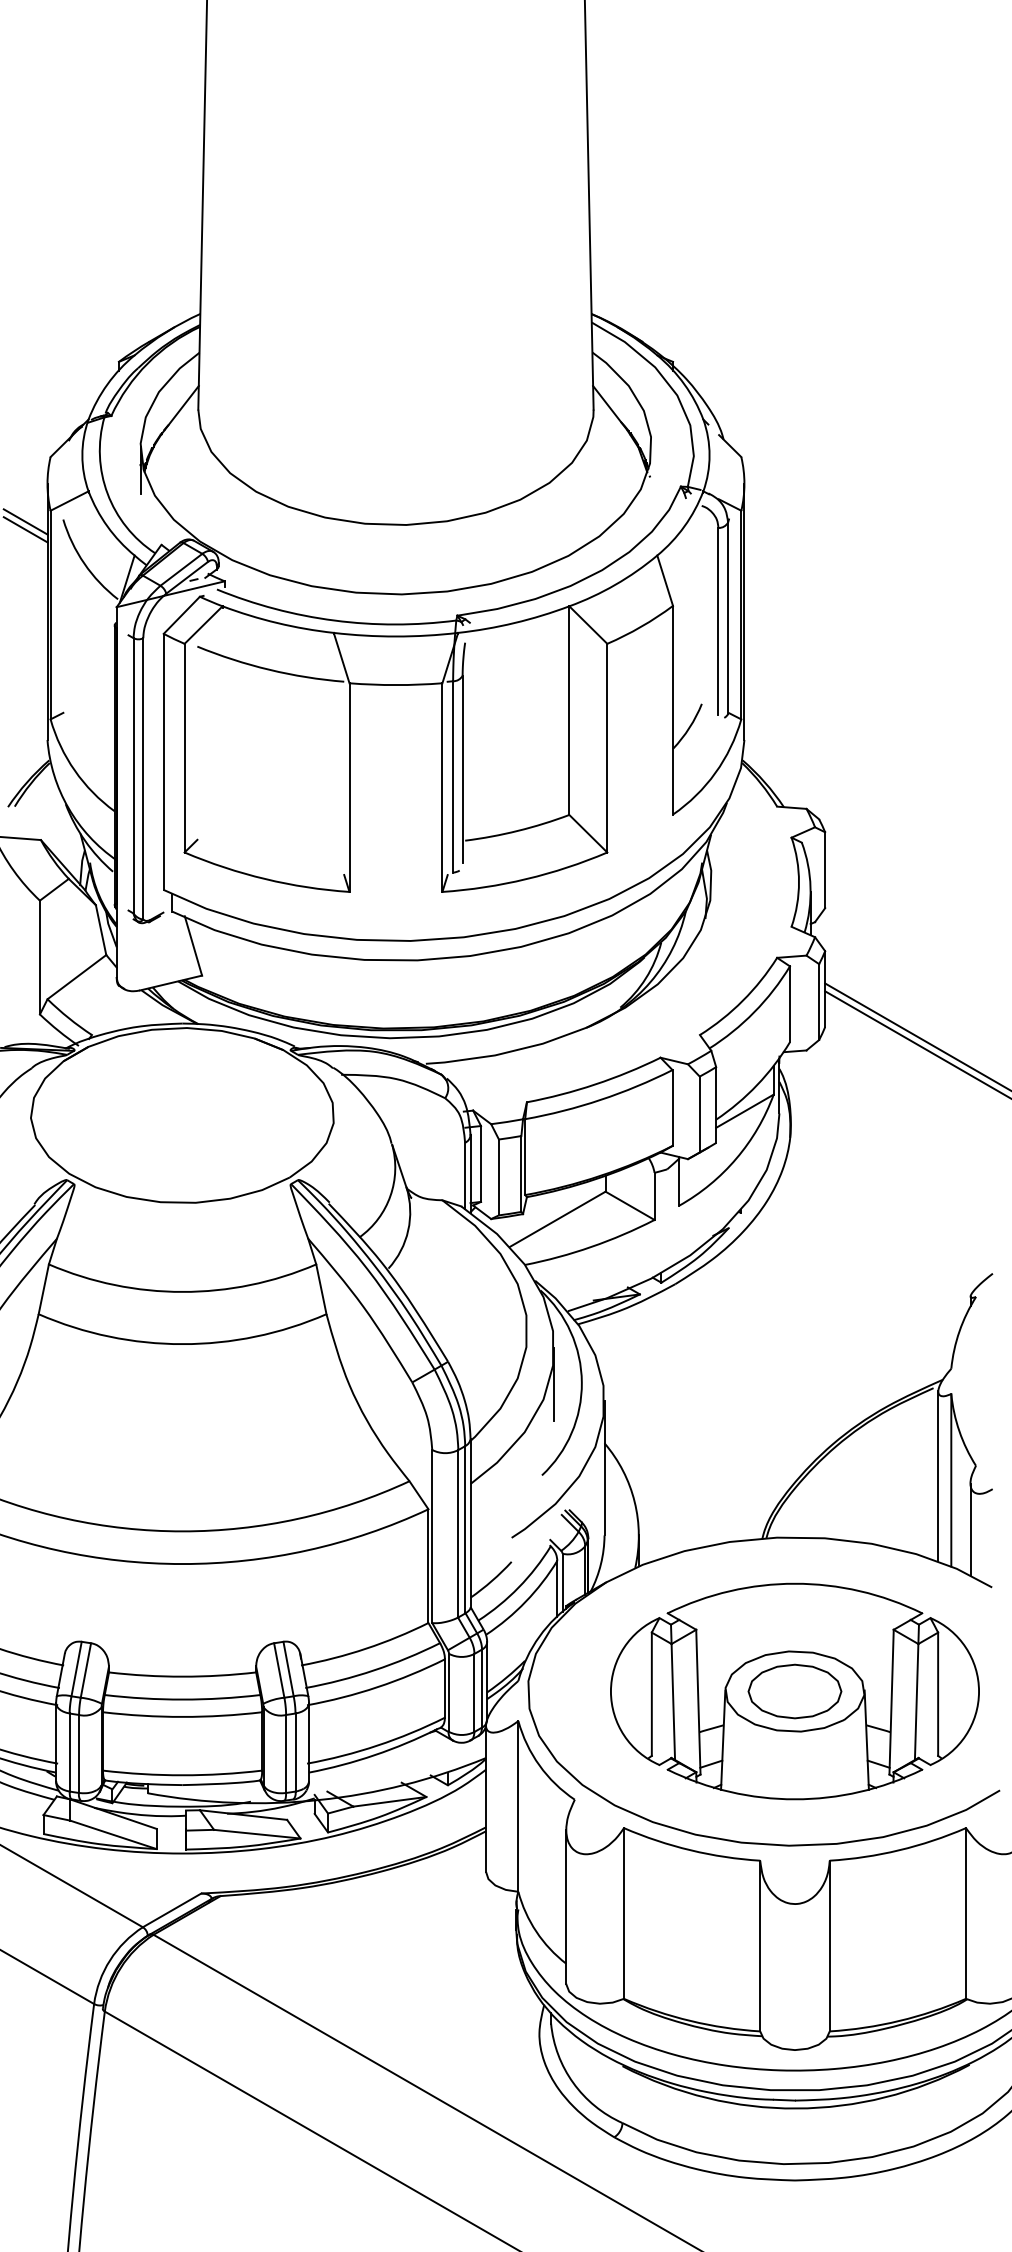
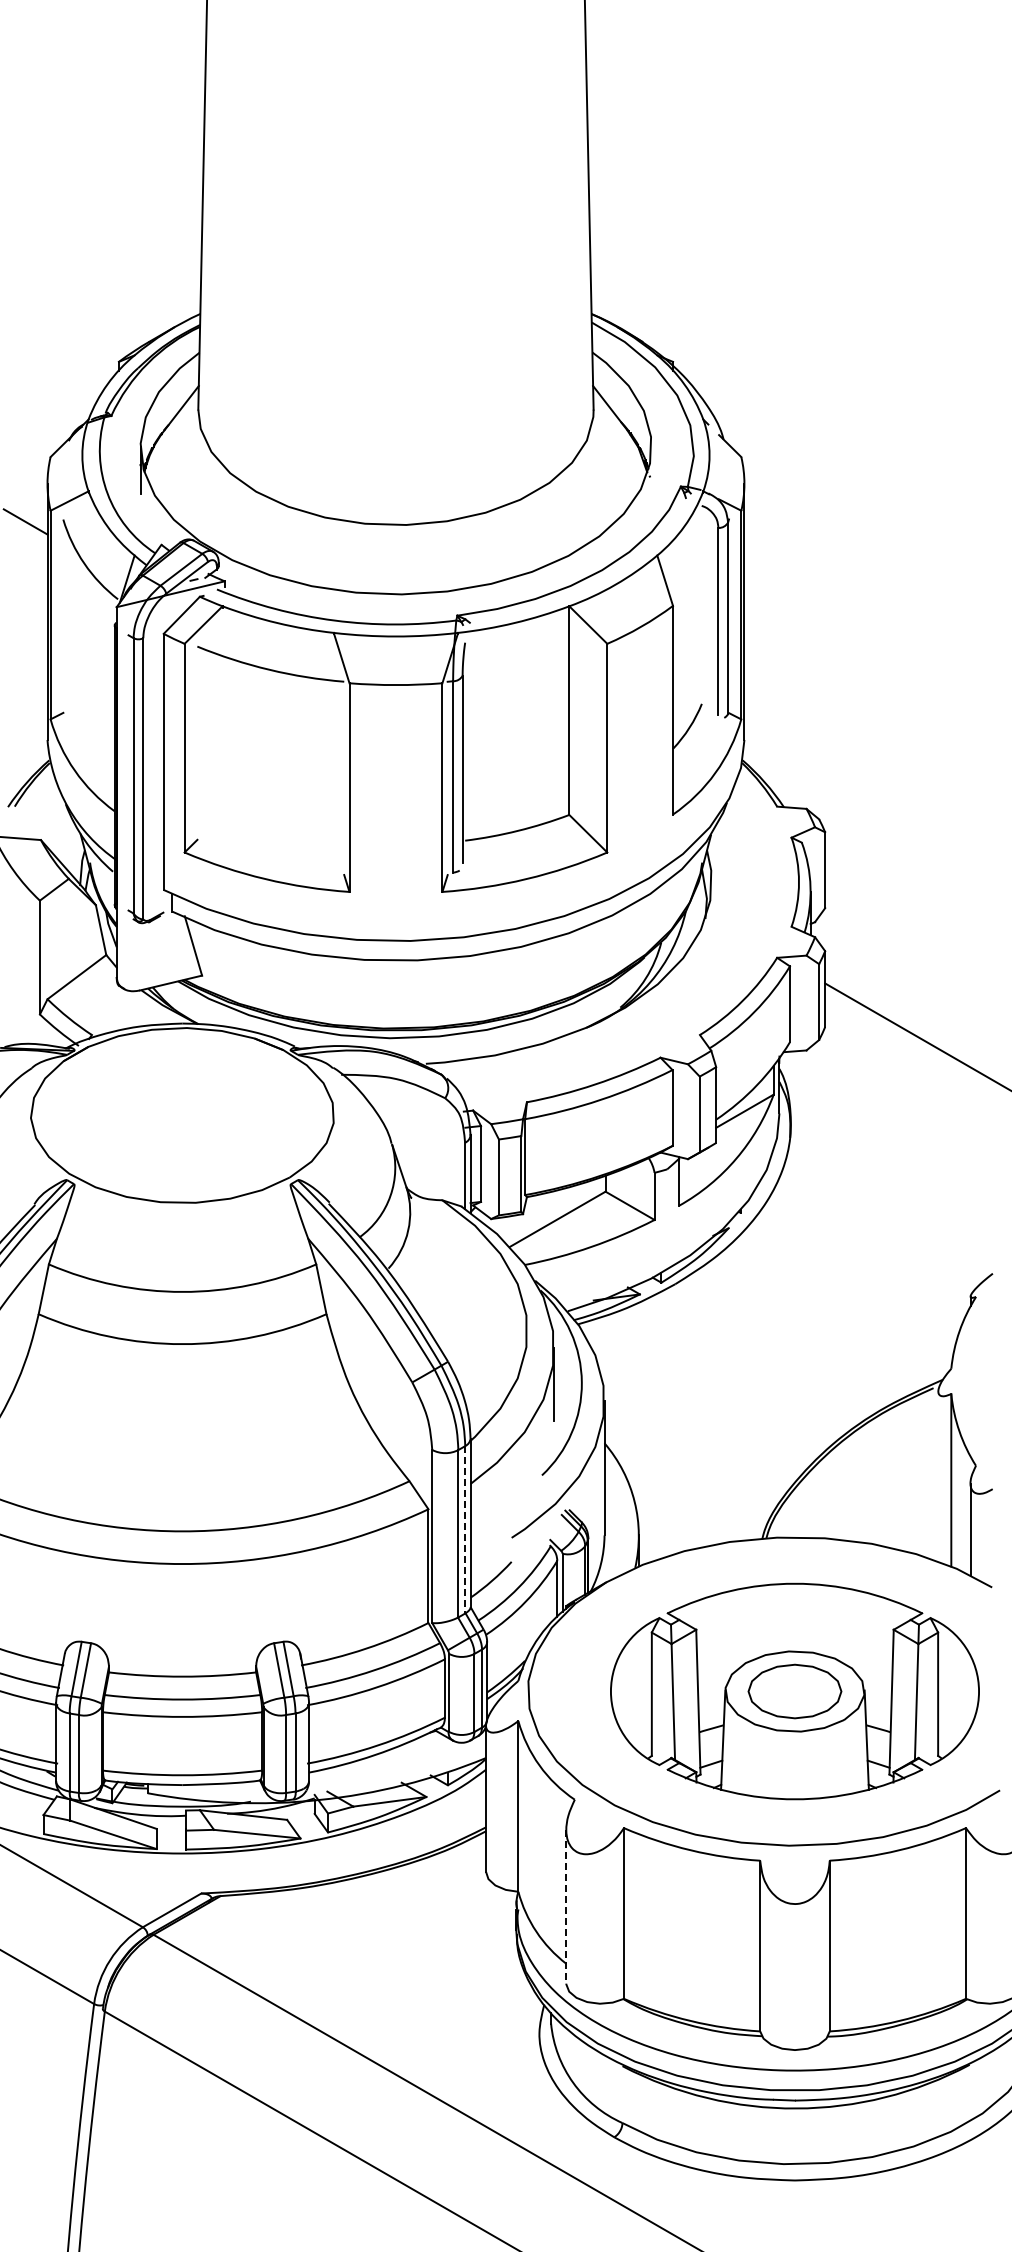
line at (25, 529): present -> none
line at (916, 1044): present -> none
line at (938, 1476): present -> none
line at (465, 1529): solid -> dashed
line at (566, 1906): solid -> dashed
